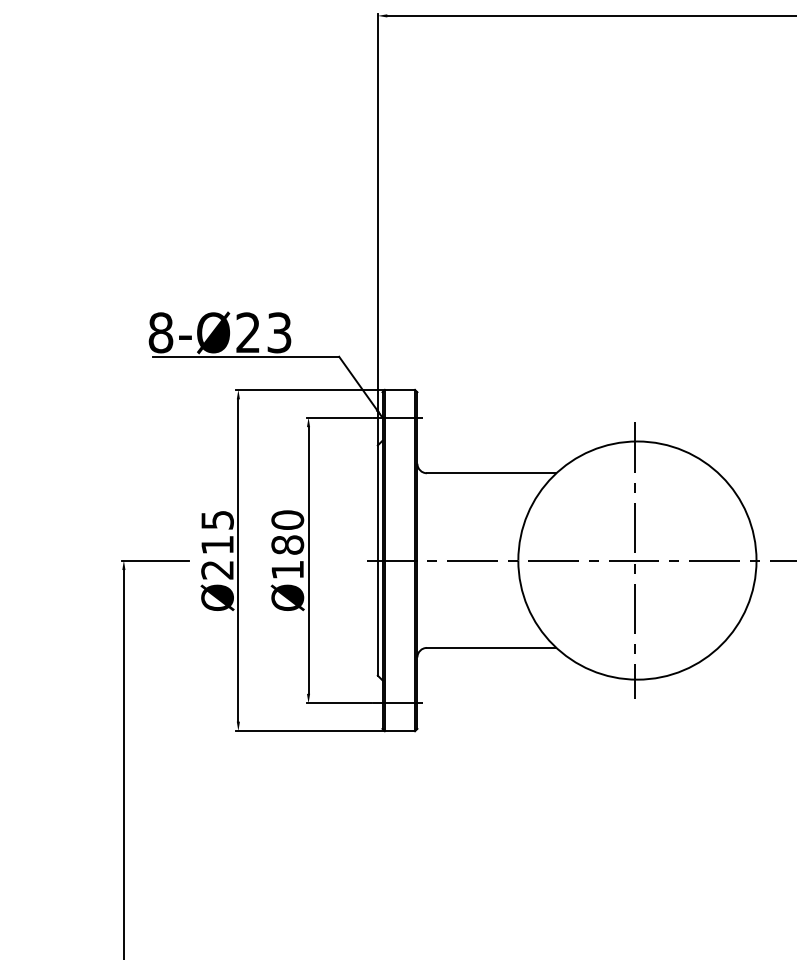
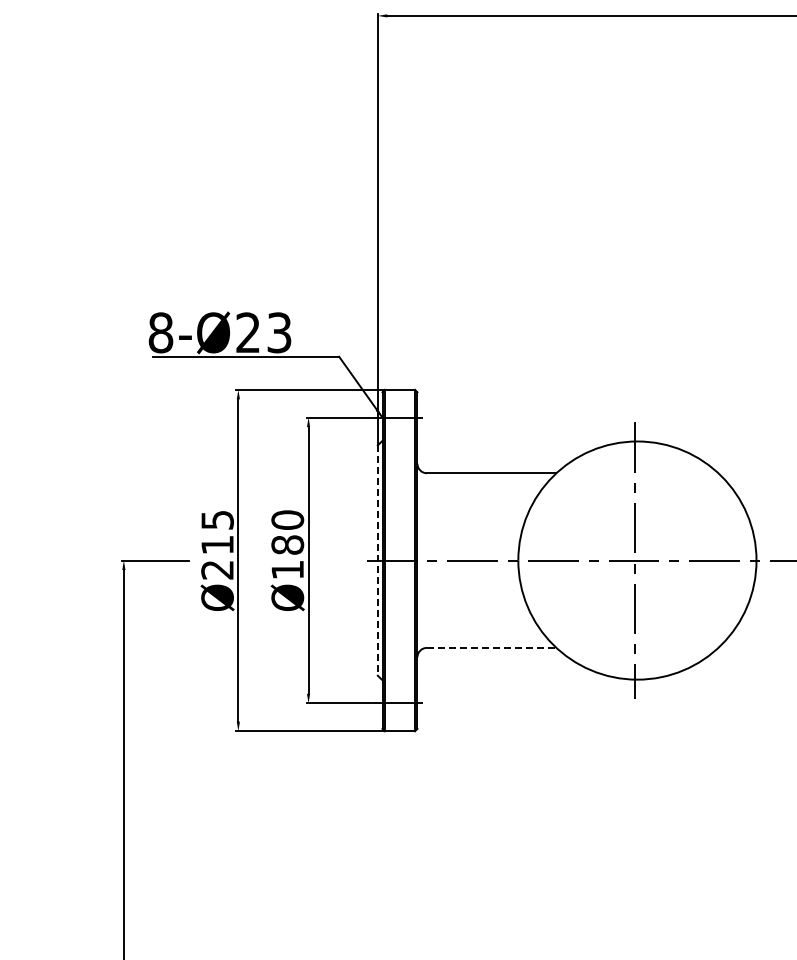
line at (377, 561): solid -> dashed
line at (491, 647): solid -> dashed
